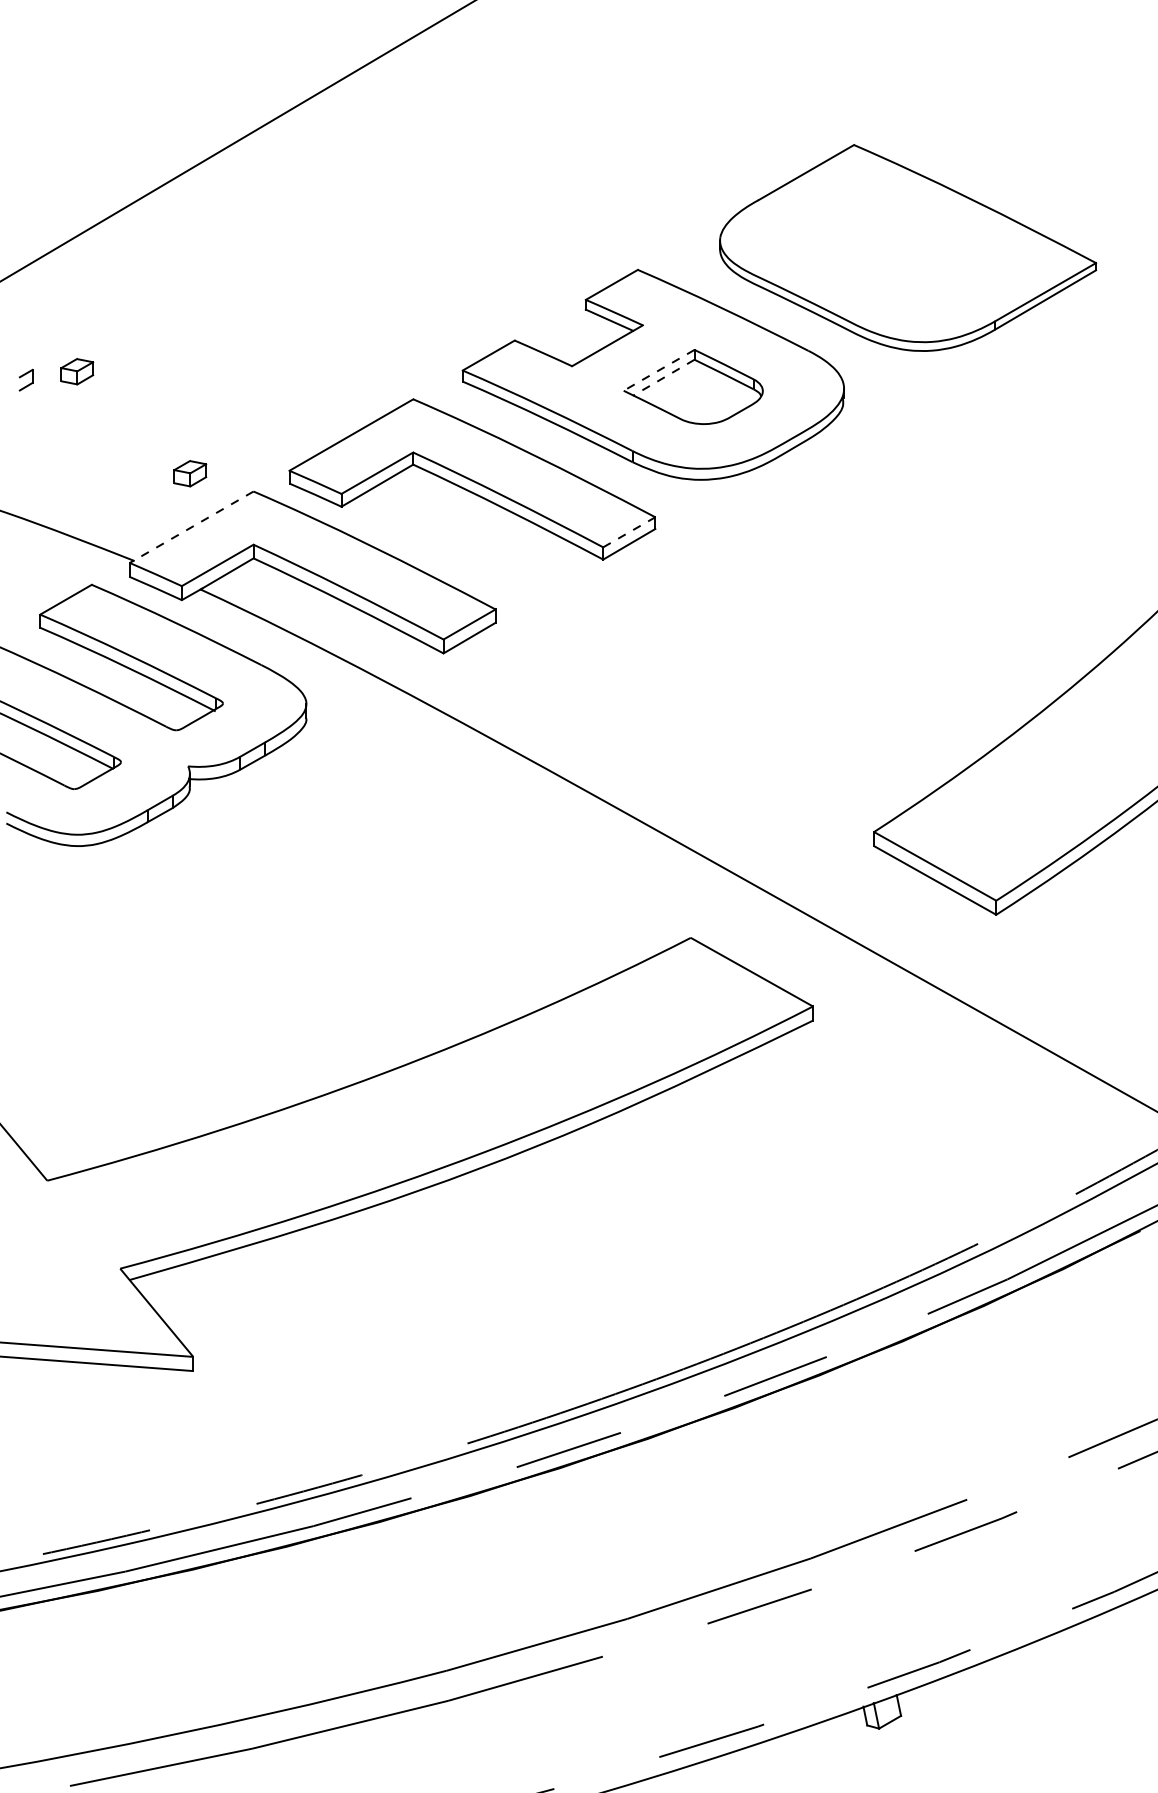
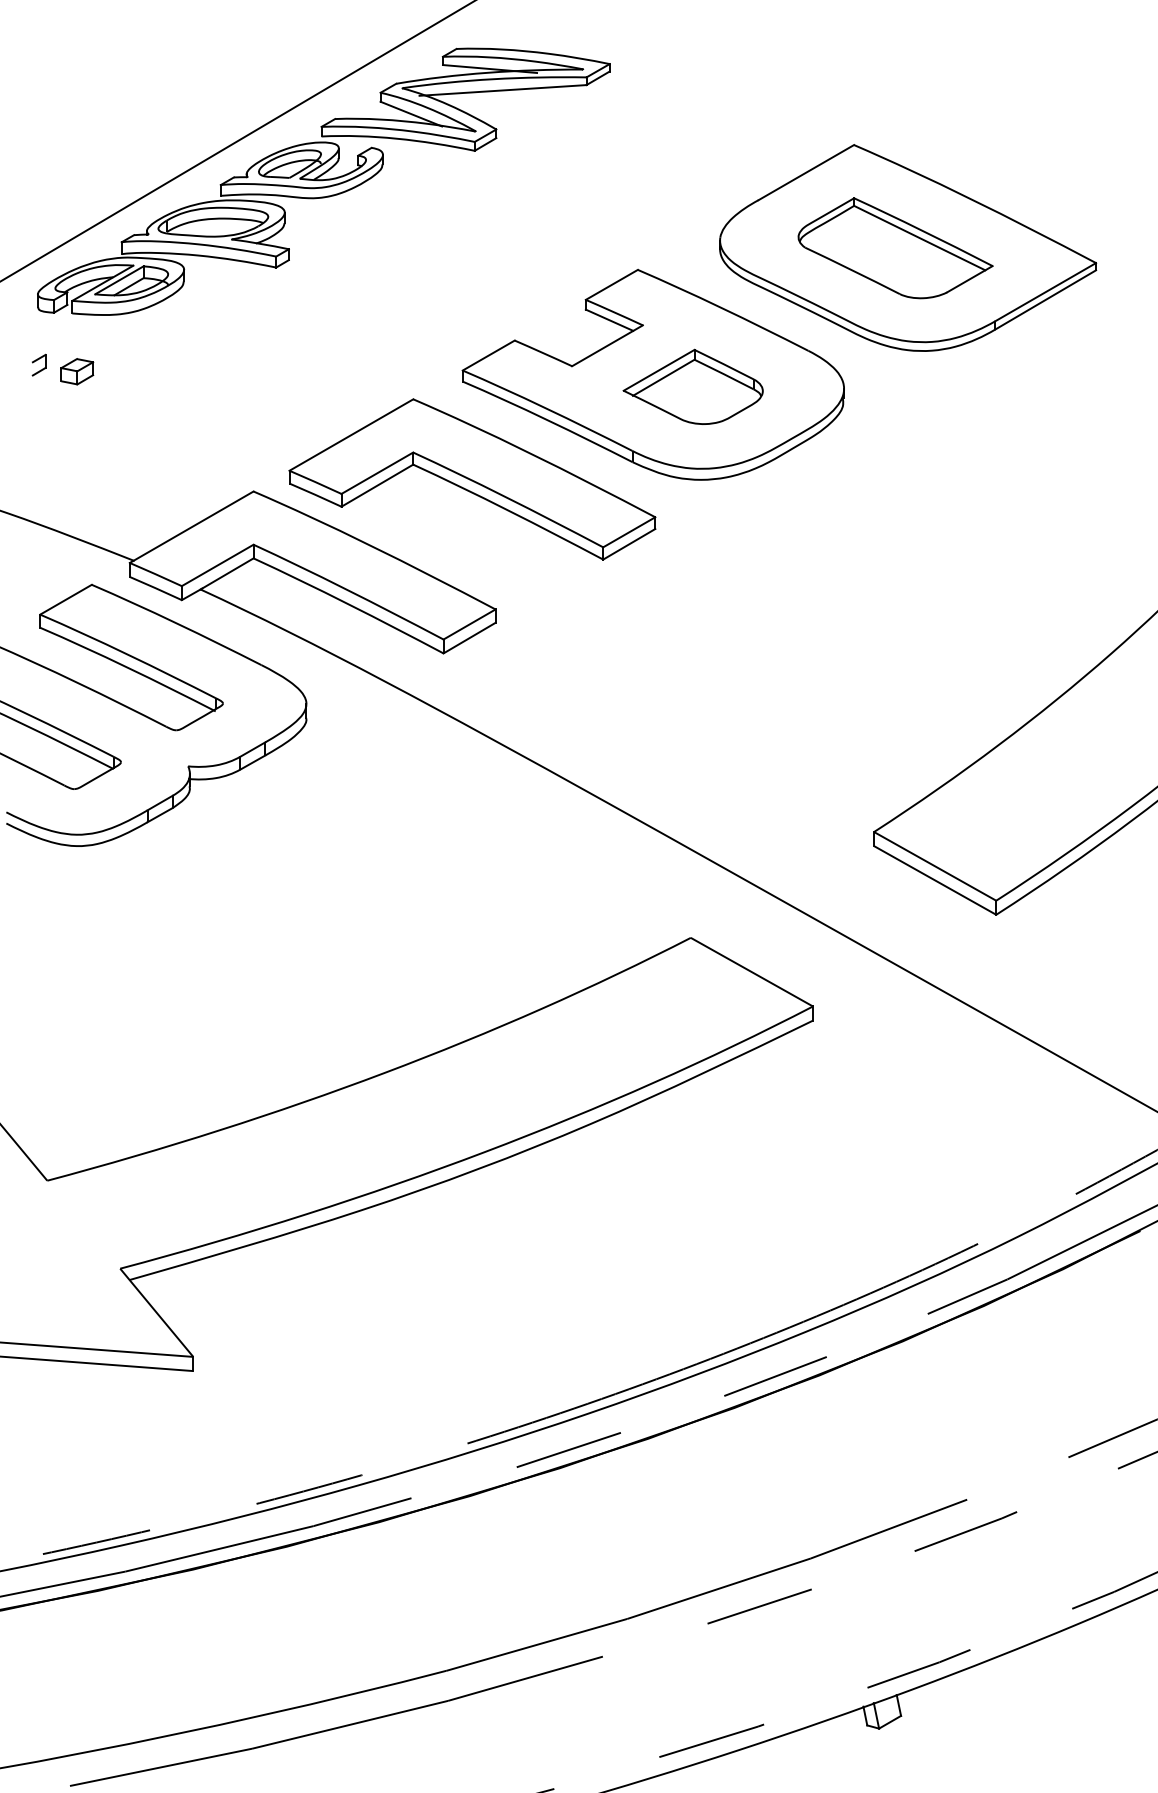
part at (323, 181): none -> present
part at (895, 248): none -> present
line at (659, 370): dashed -> solid
line at (663, 377): dashed -> solid
part at (25, 379) position: (25, 379) -> (38, 364)
part at (190, 473): present -> none
line at (191, 527): dashed -> solid
line at (629, 532): dashed -> solid
